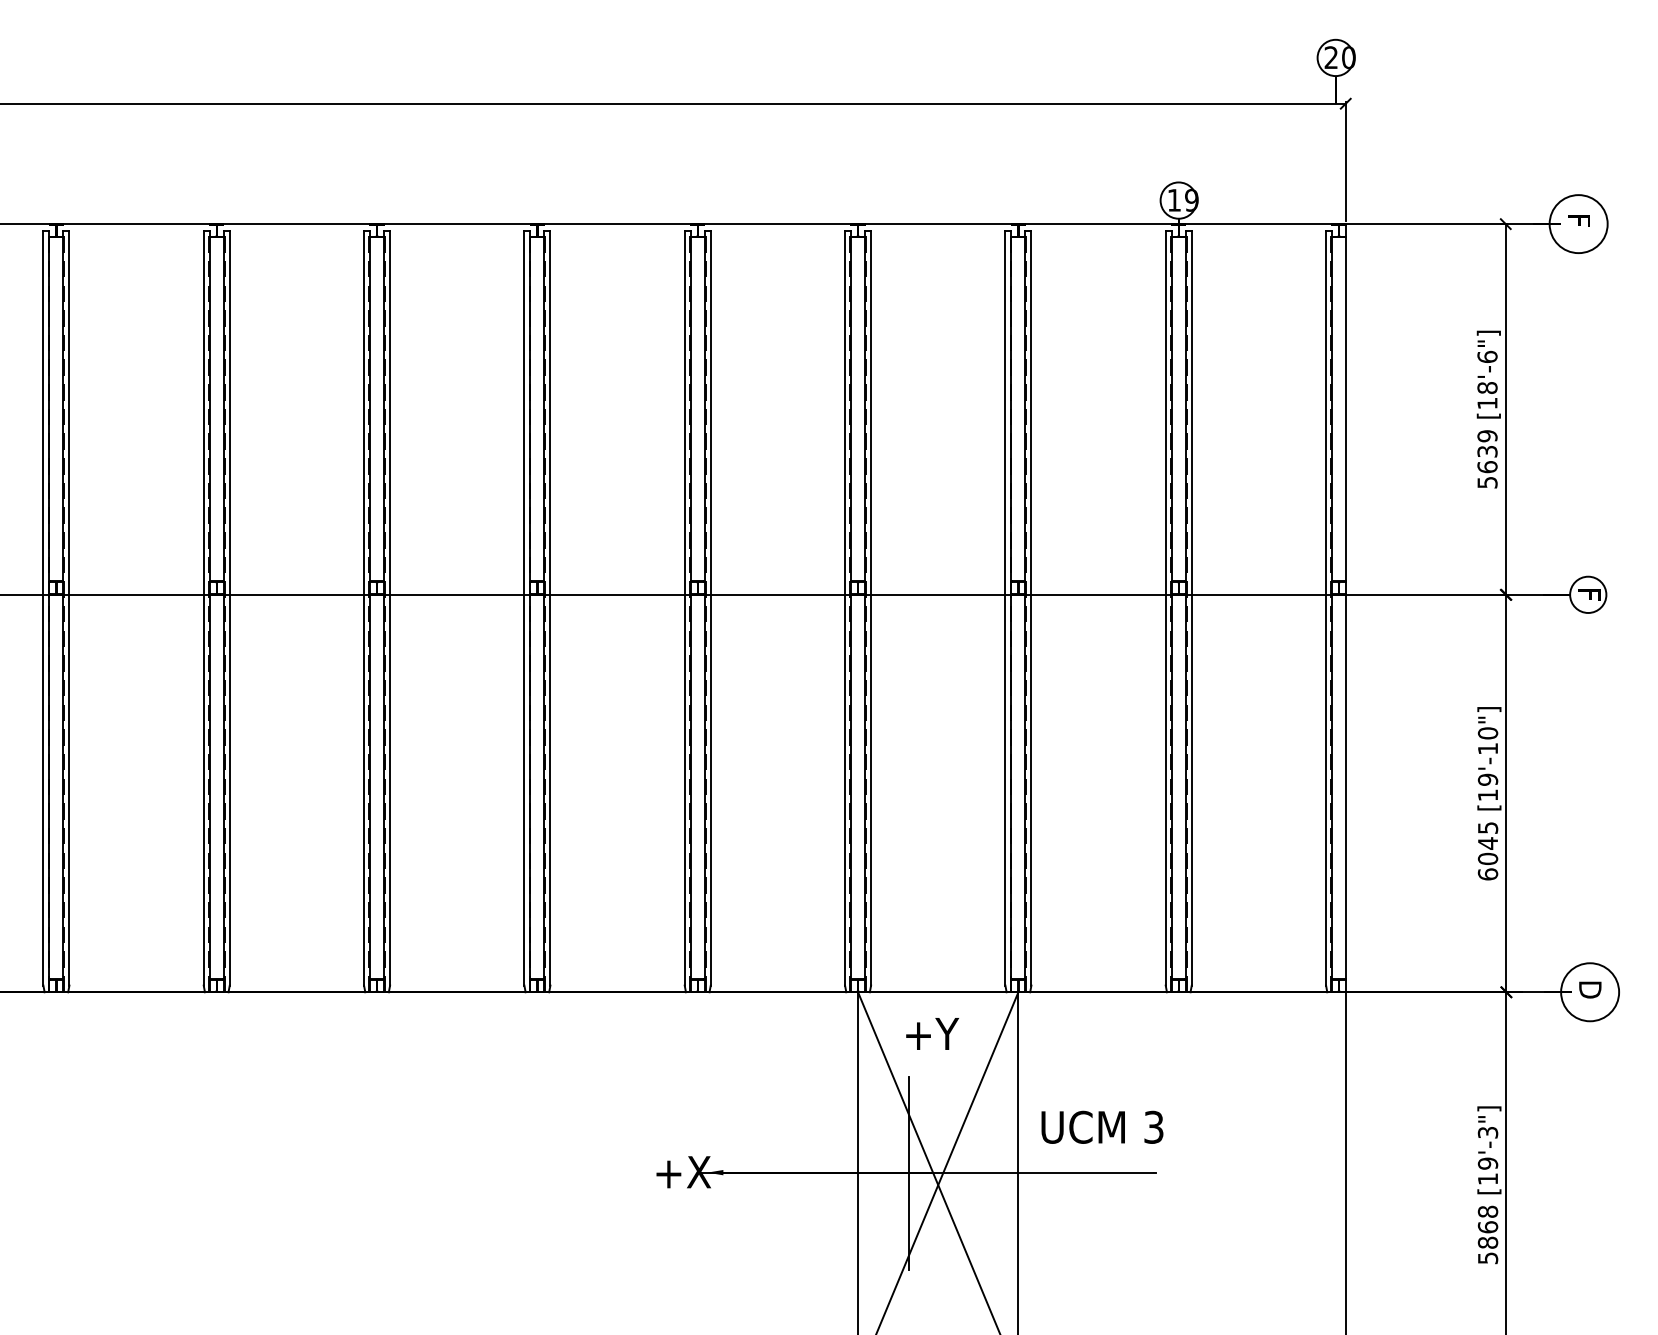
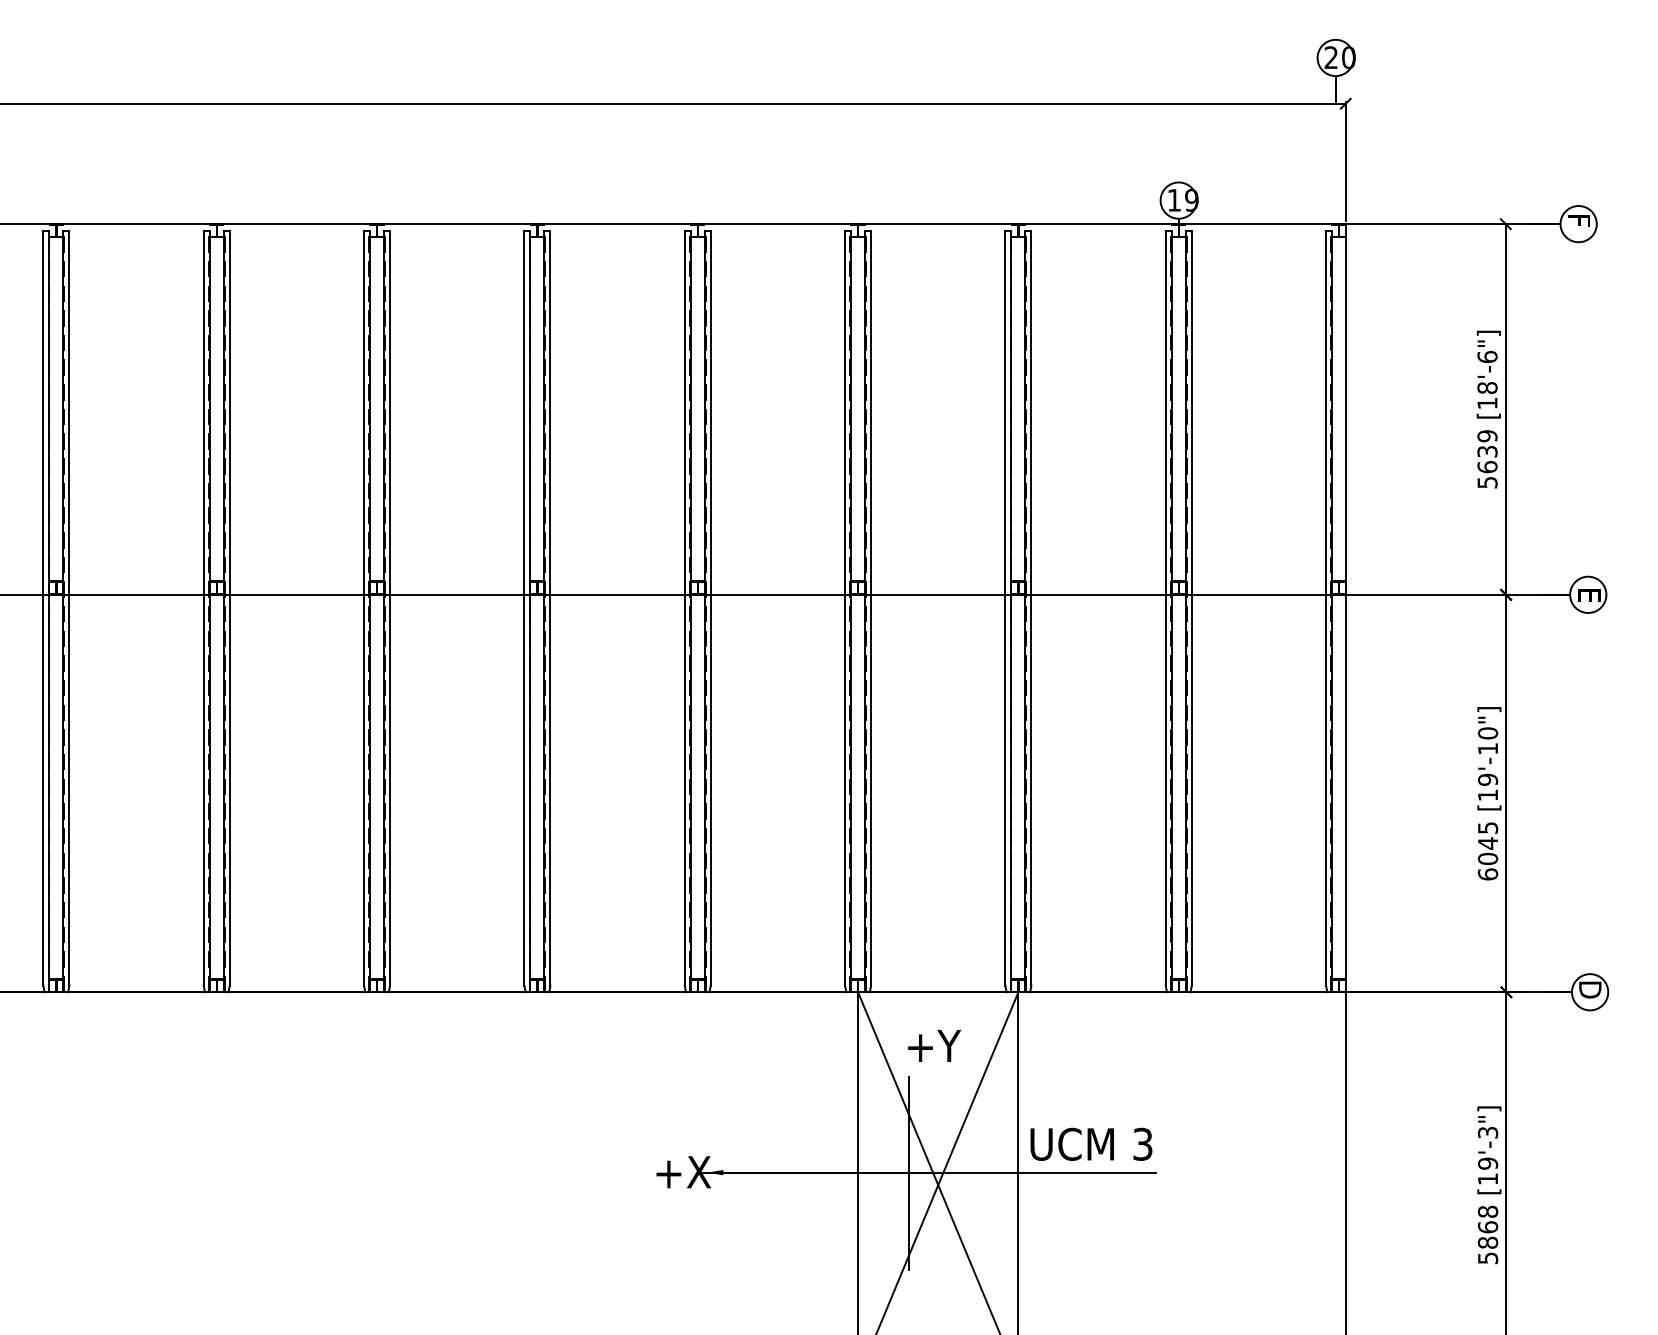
circle at (1578, 224) diameter: 58 px -> 36 px
text at (1589, 596): F -> E
circle at (1590, 992) diameter: 58 px -> 36 px
text at (932, 1033) position: (932, 1033) -> (934, 1045)
text at (1102, 1126) position: (1102, 1126) -> (1091, 1143)
